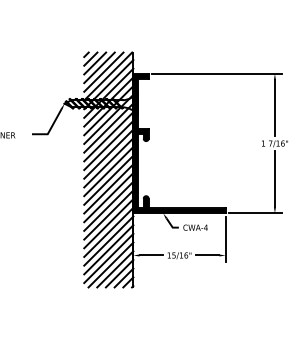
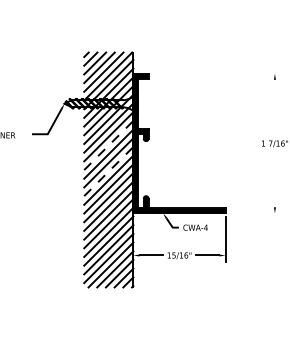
line at (216, 73): present -> none
line at (274, 107): present -> none
line at (108, 145): solid -> dashed
line at (108, 171): solid -> dashed
line at (274, 179): present -> none
line at (255, 213): present -> none
